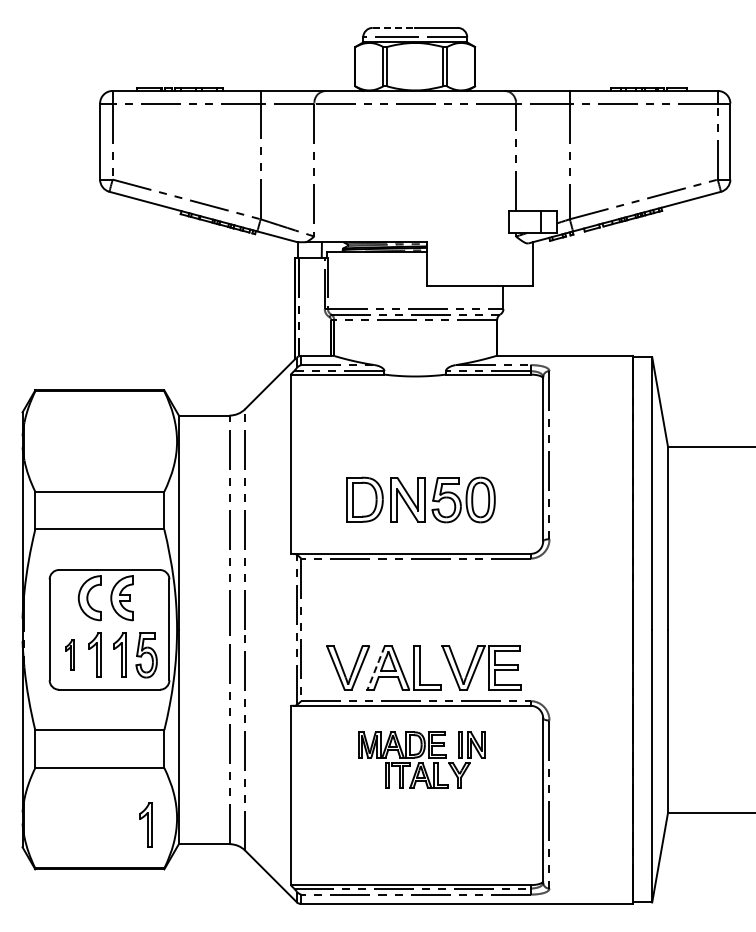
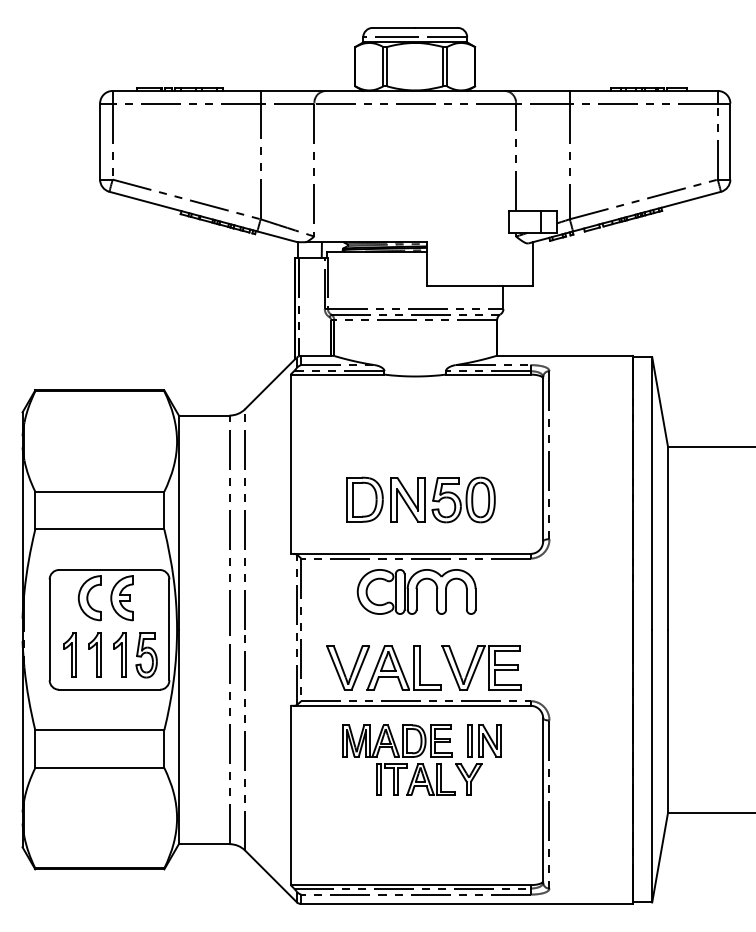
line at (394, 27): dashed -> solid
part at (416, 591): none -> present
part at (69, 654) size: 10x32 px -> 14x46 px
line at (376, 668): dashed -> solid
part at (421, 759) size: 128x58 px -> 160x72 px
part at (145, 824): present -> none
